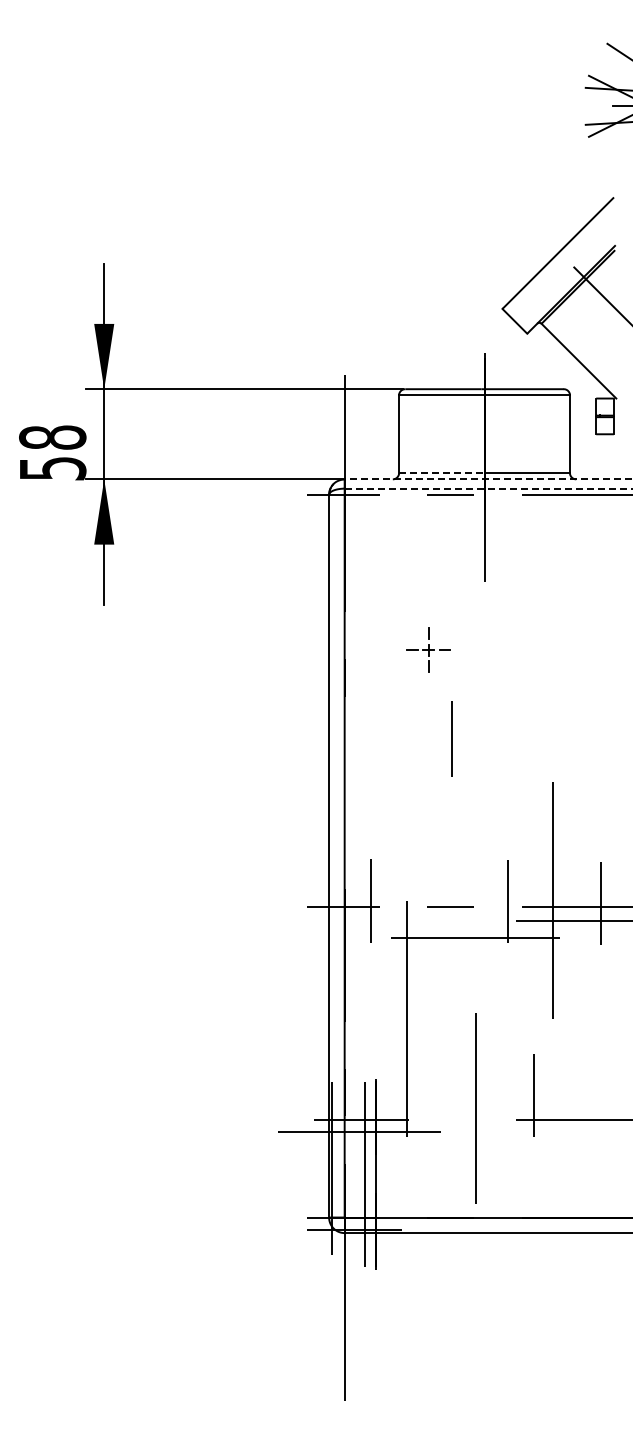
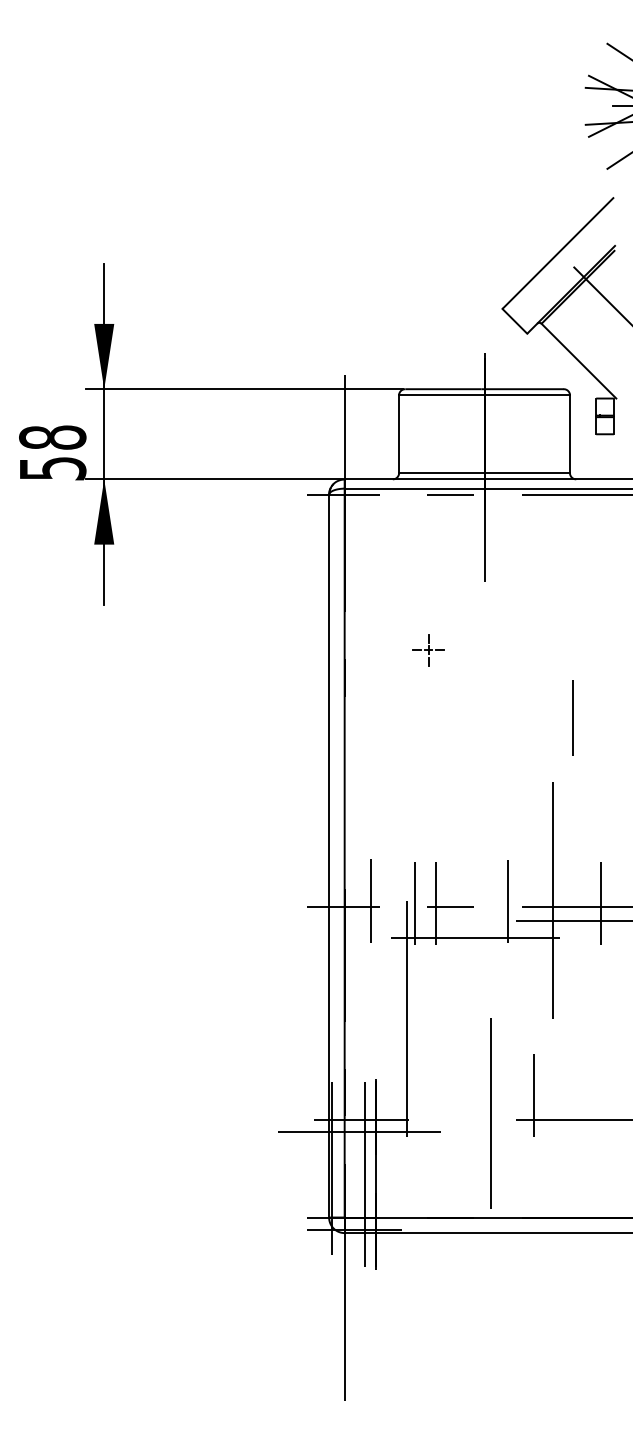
line at (617, 161): none -> present
line at (441, 473): dashed -> solid
line at (488, 479): dashed -> solid
line at (488, 488): dashed -> solid
part at (428, 649) size: 45x46 px -> 33x33 px
line at (451, 738) position: (451, 738) -> (572, 717)
line at (414, 903): none -> present
line at (436, 903): none -> present
line at (475, 1108) position: (475, 1108) -> (490, 1113)
